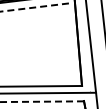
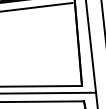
line at (36, 7): dashed -> solid
line at (42, 101): dashed -> solid
